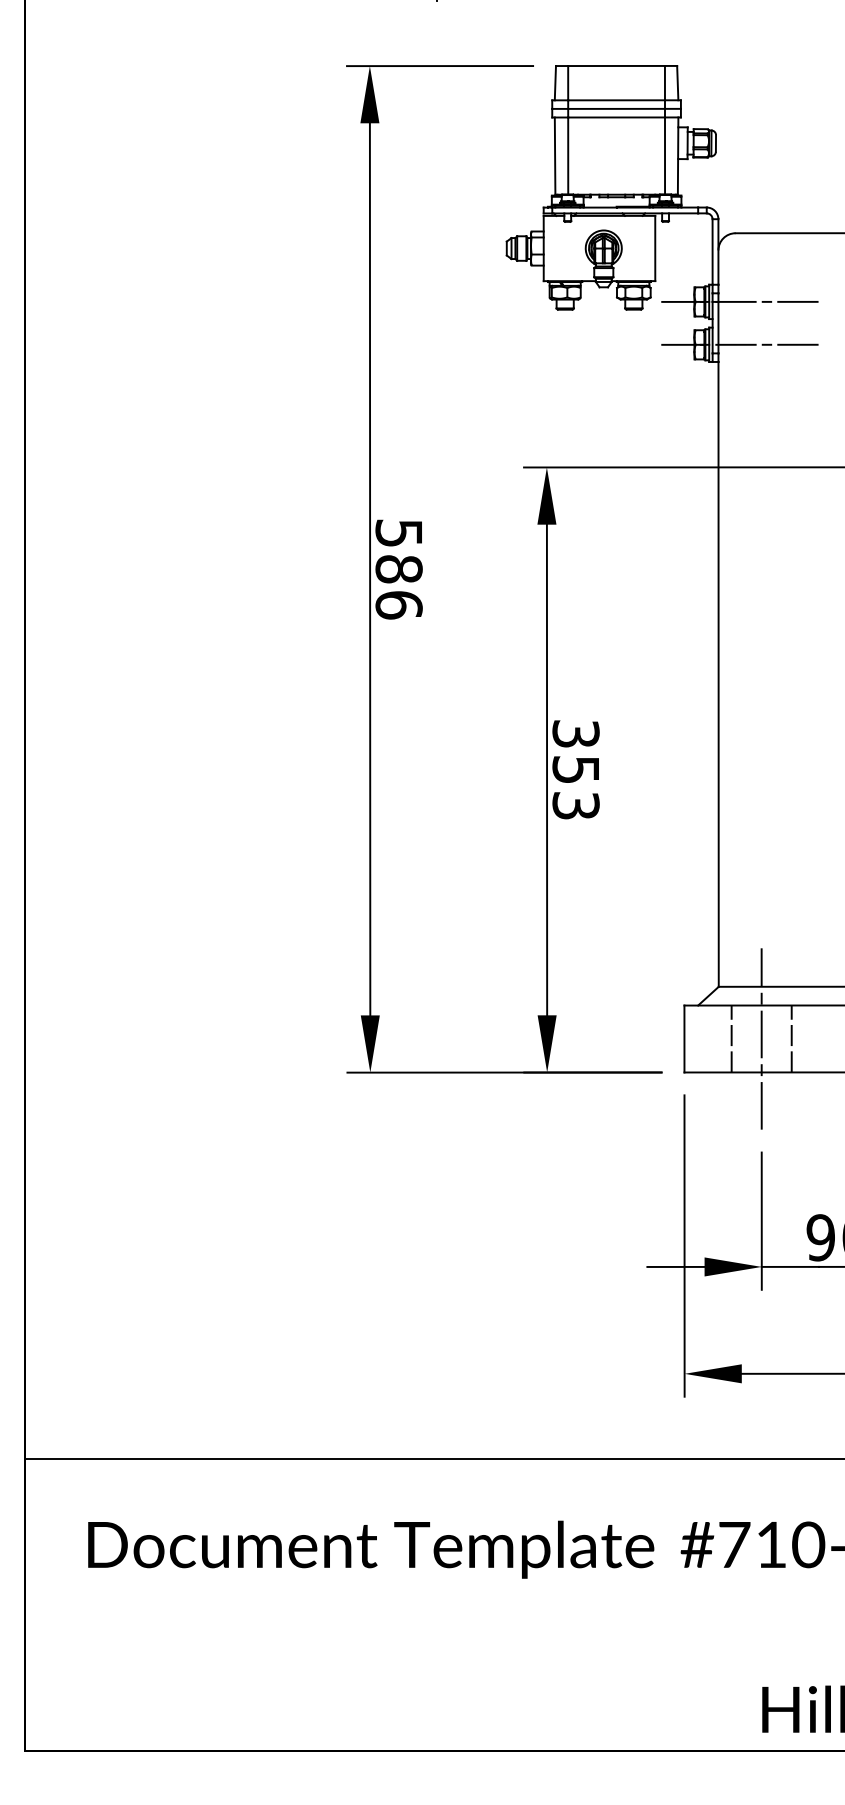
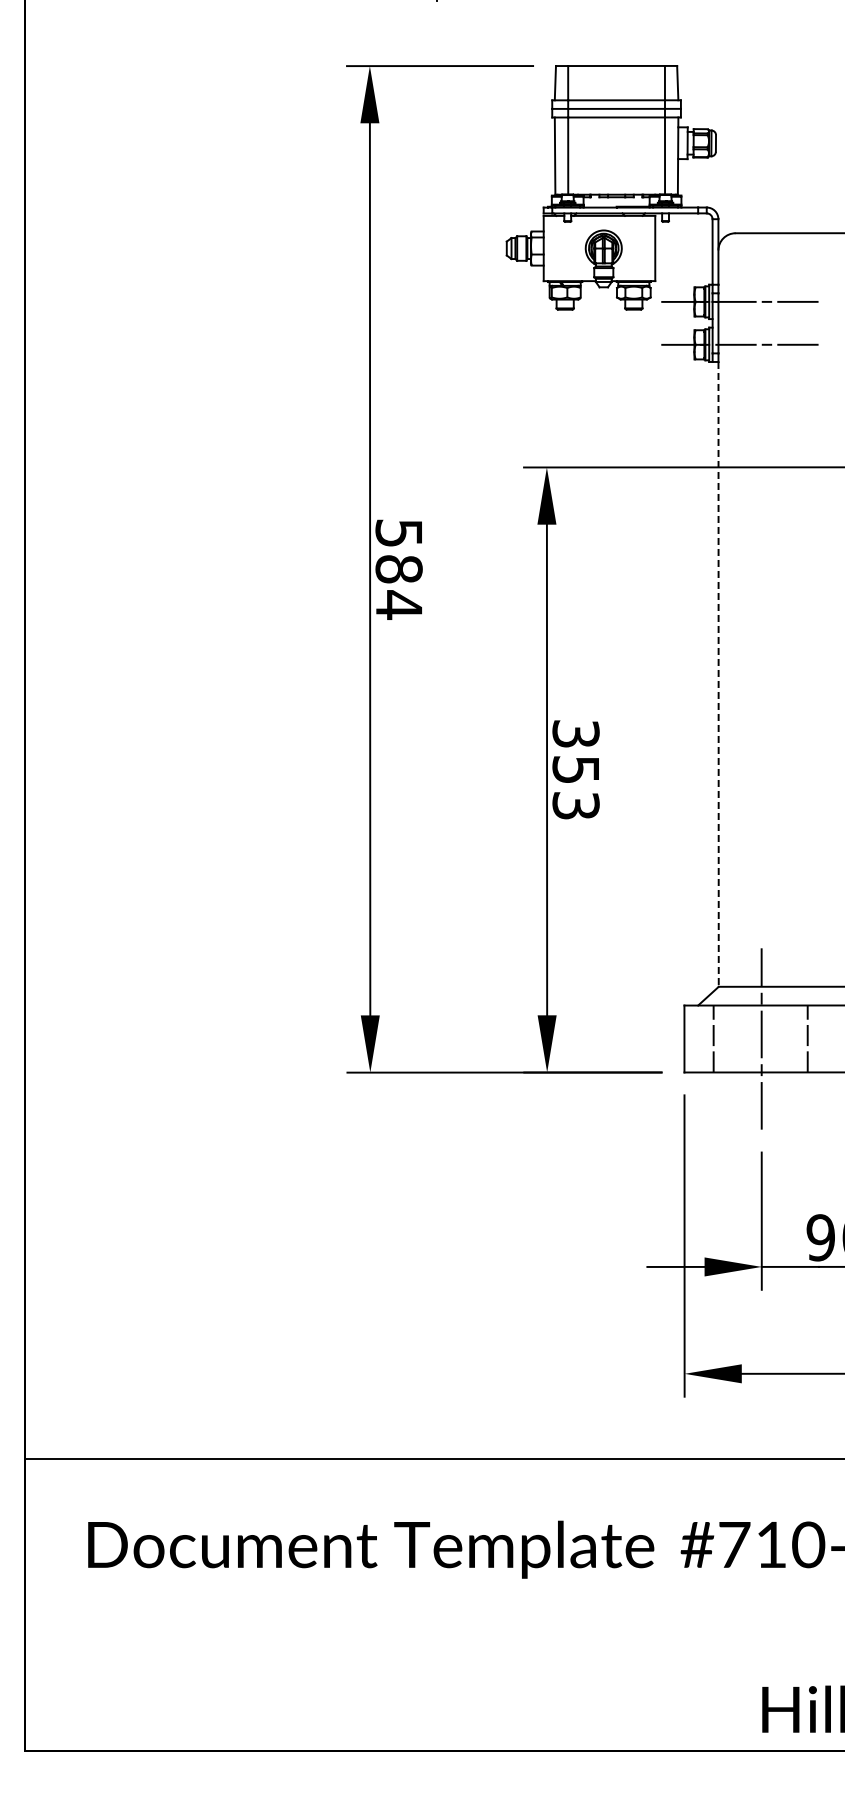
text at (398, 604): 586 -> 584
line at (718, 674): solid -> dashed
line at (731, 1038) position: (731, 1038) -> (713, 1038)
line at (791, 1038) position: (791, 1038) -> (807, 1038)
